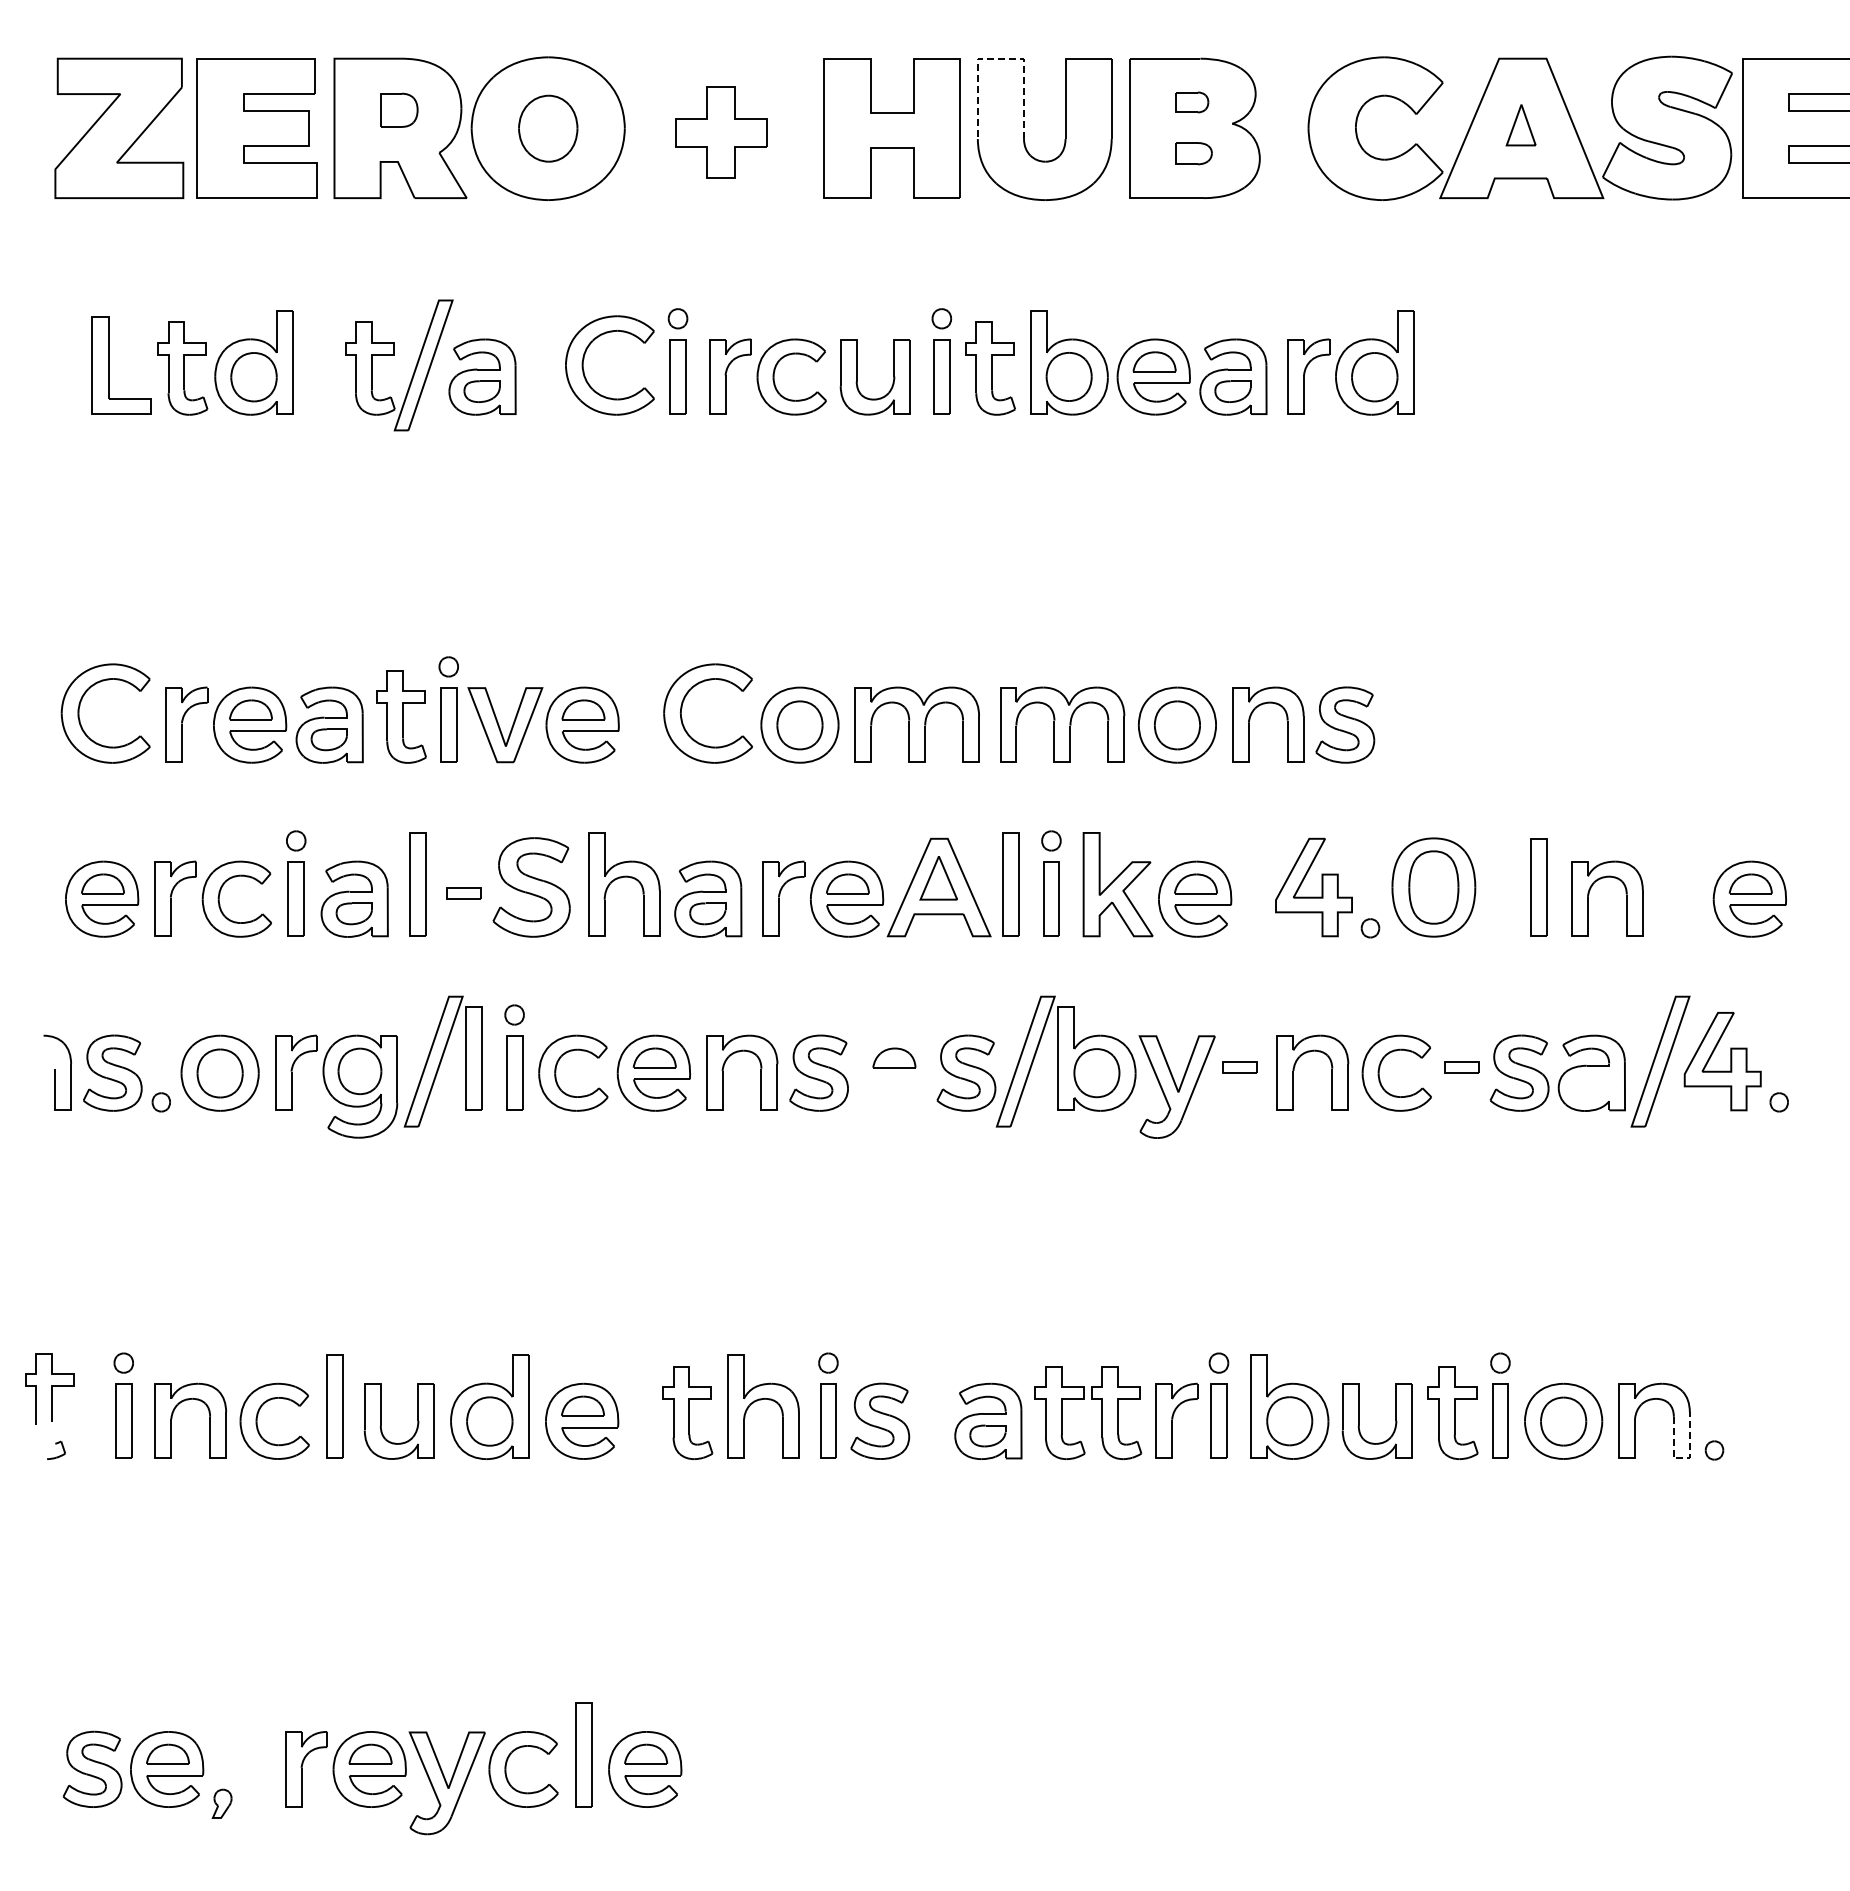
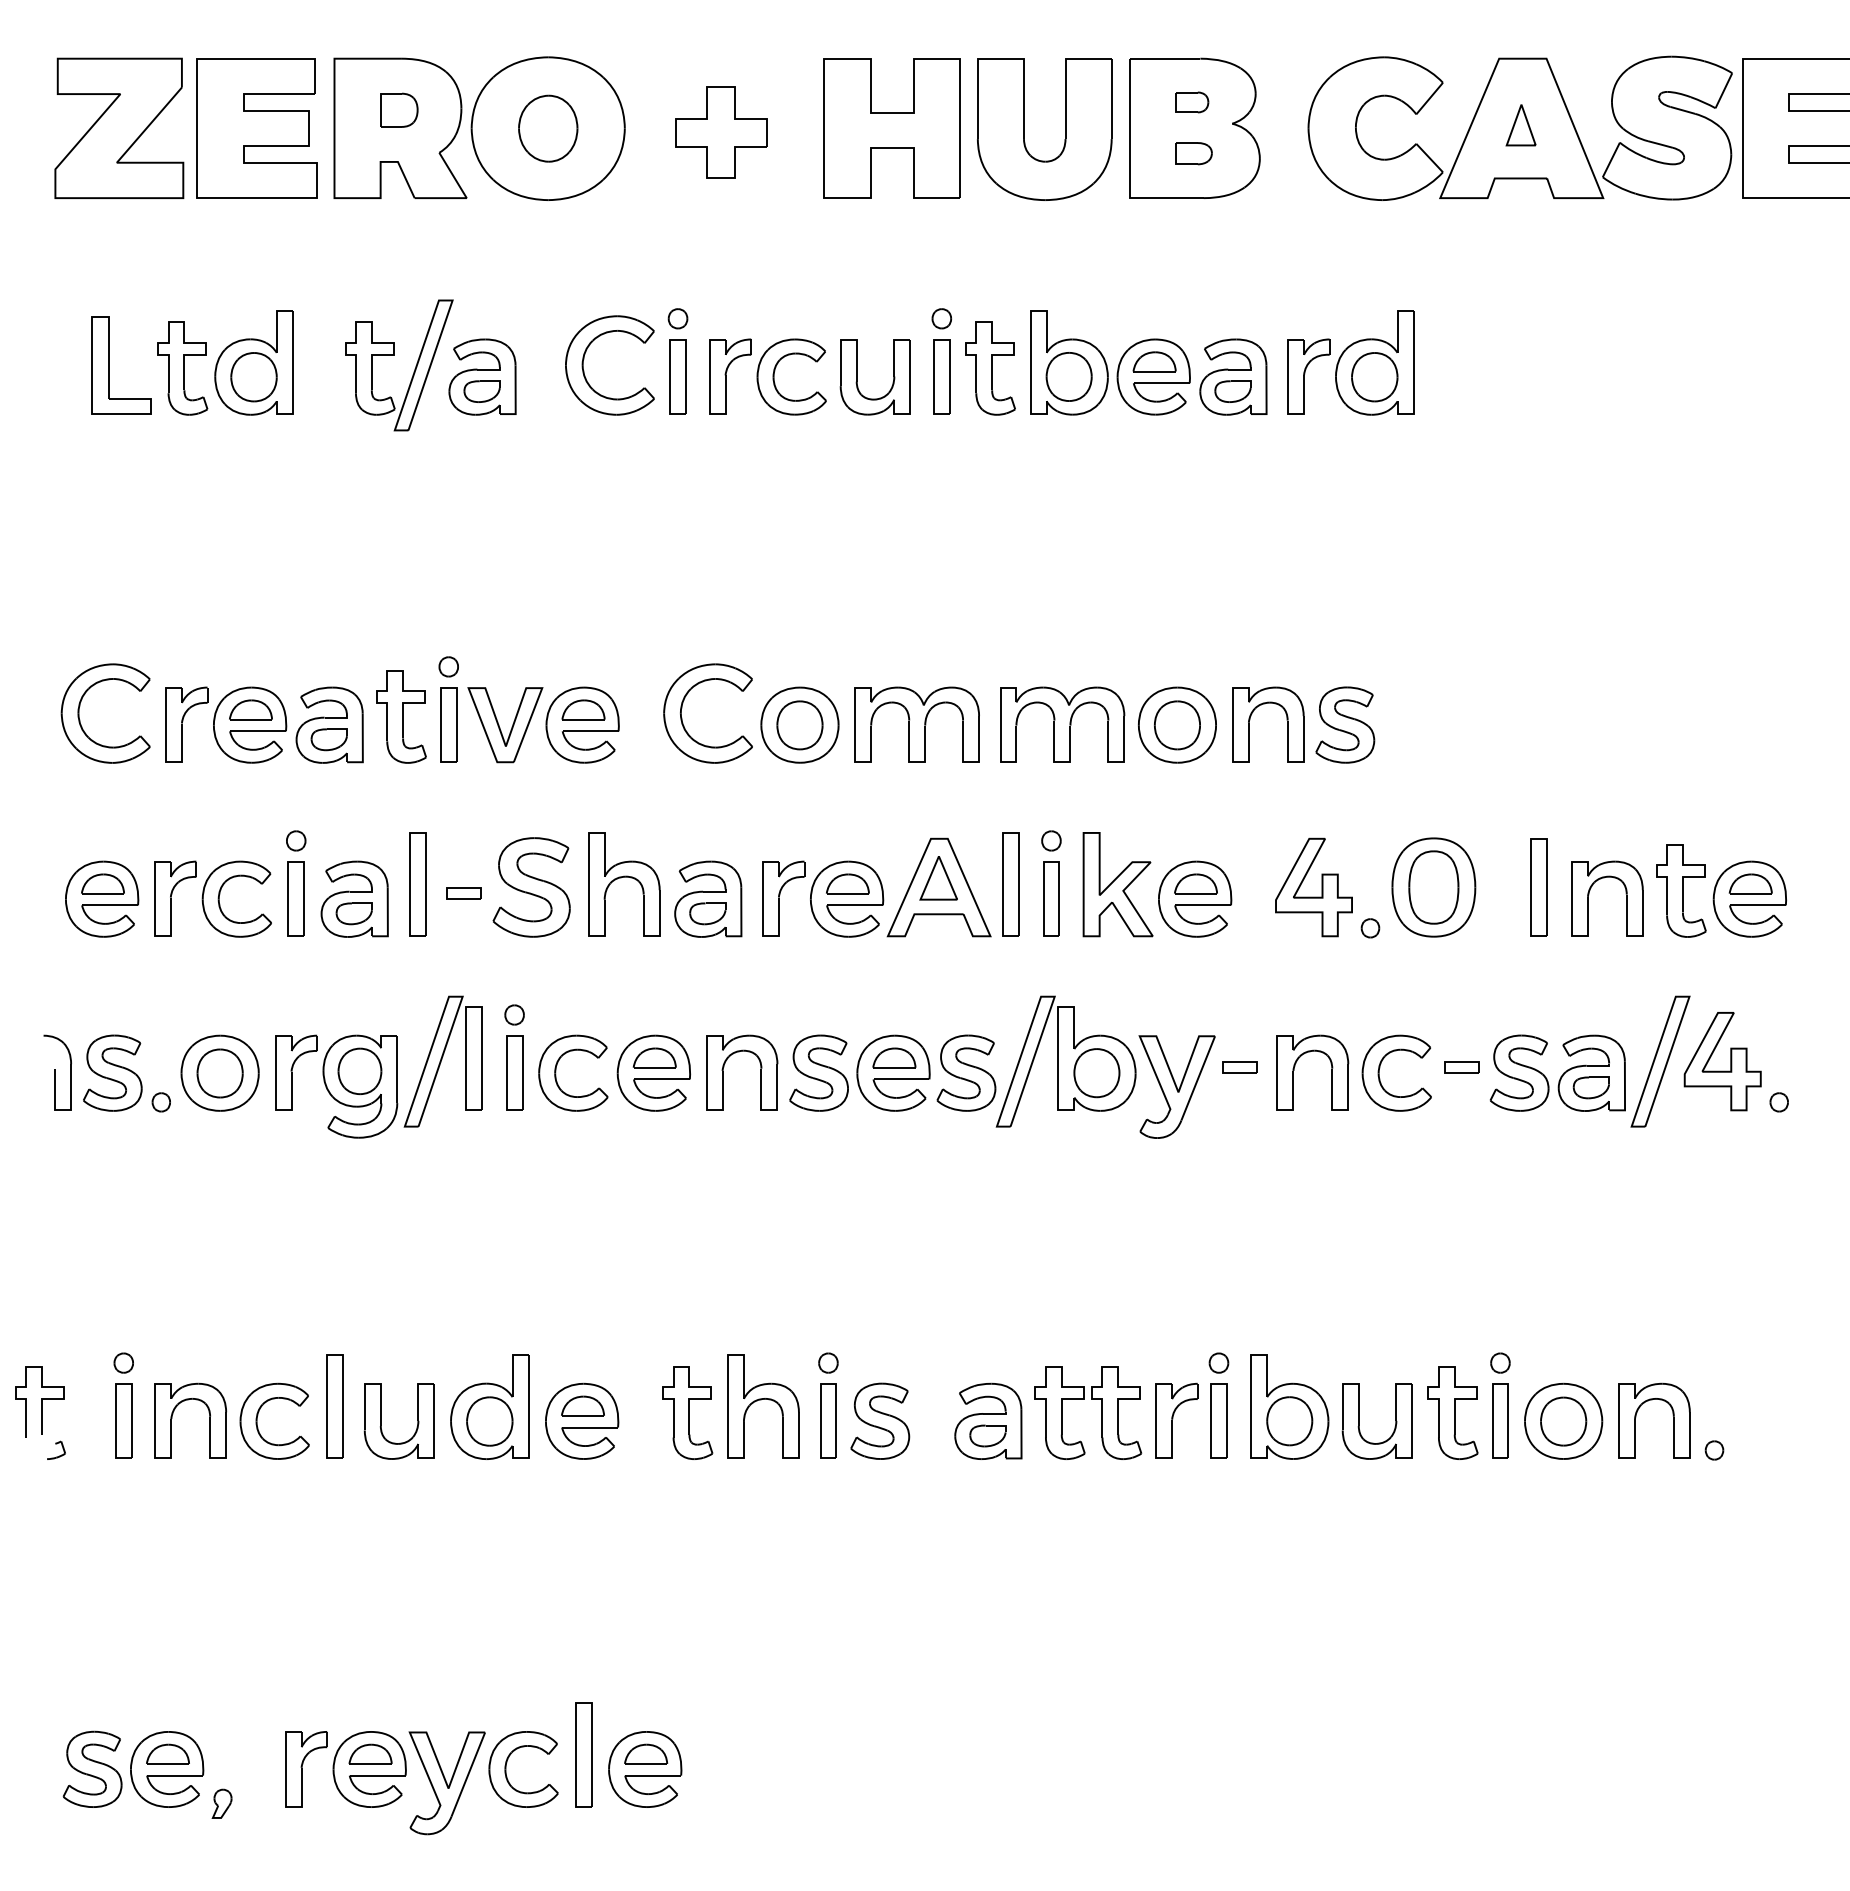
line at (1000, 58): dashed -> solid
part at (1681, 890): none -> present
part at (893, 1072): none -> present
part at (1590, 1087): none -> present
curve at (51, 1388) position: (51, 1388) -> (41, 1401)
line at (1684, 1458): dashed -> solid
